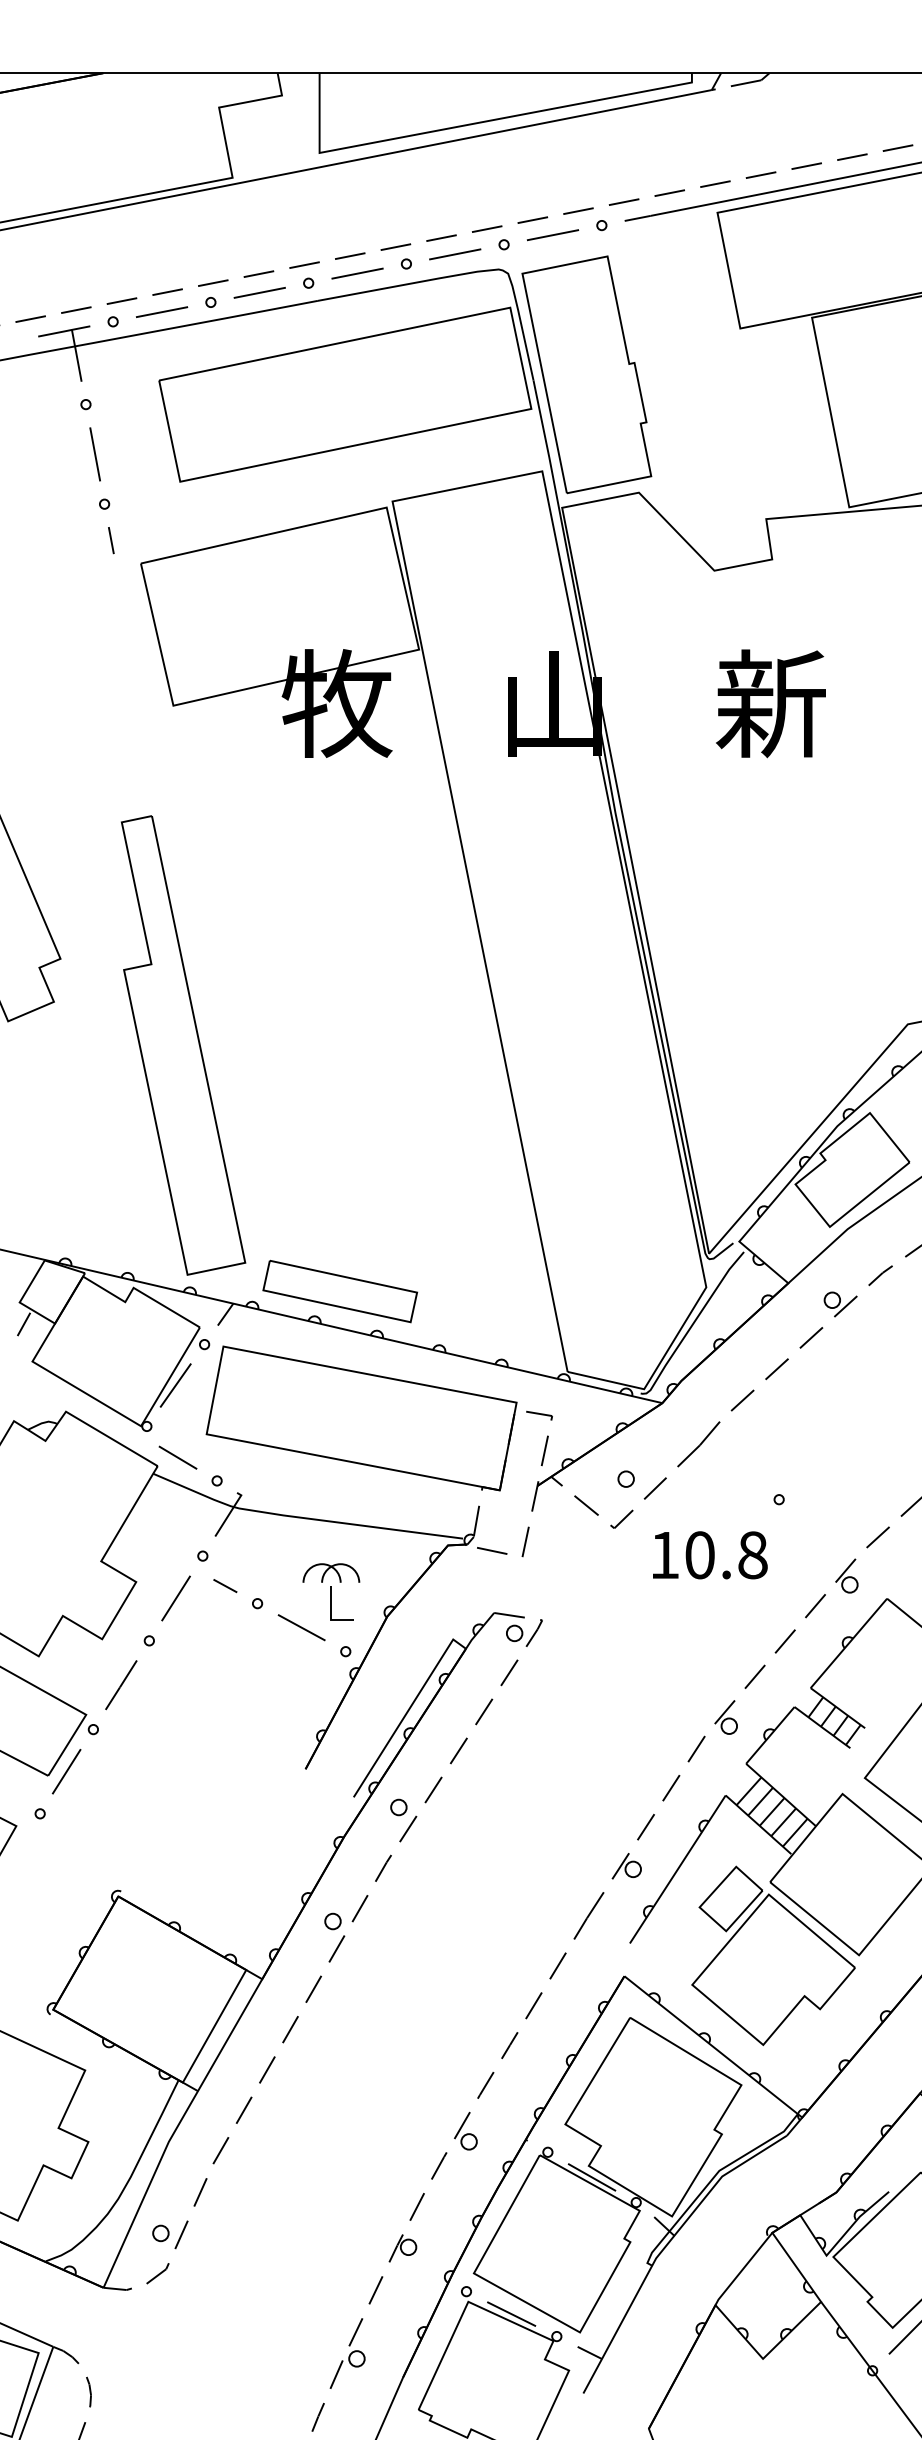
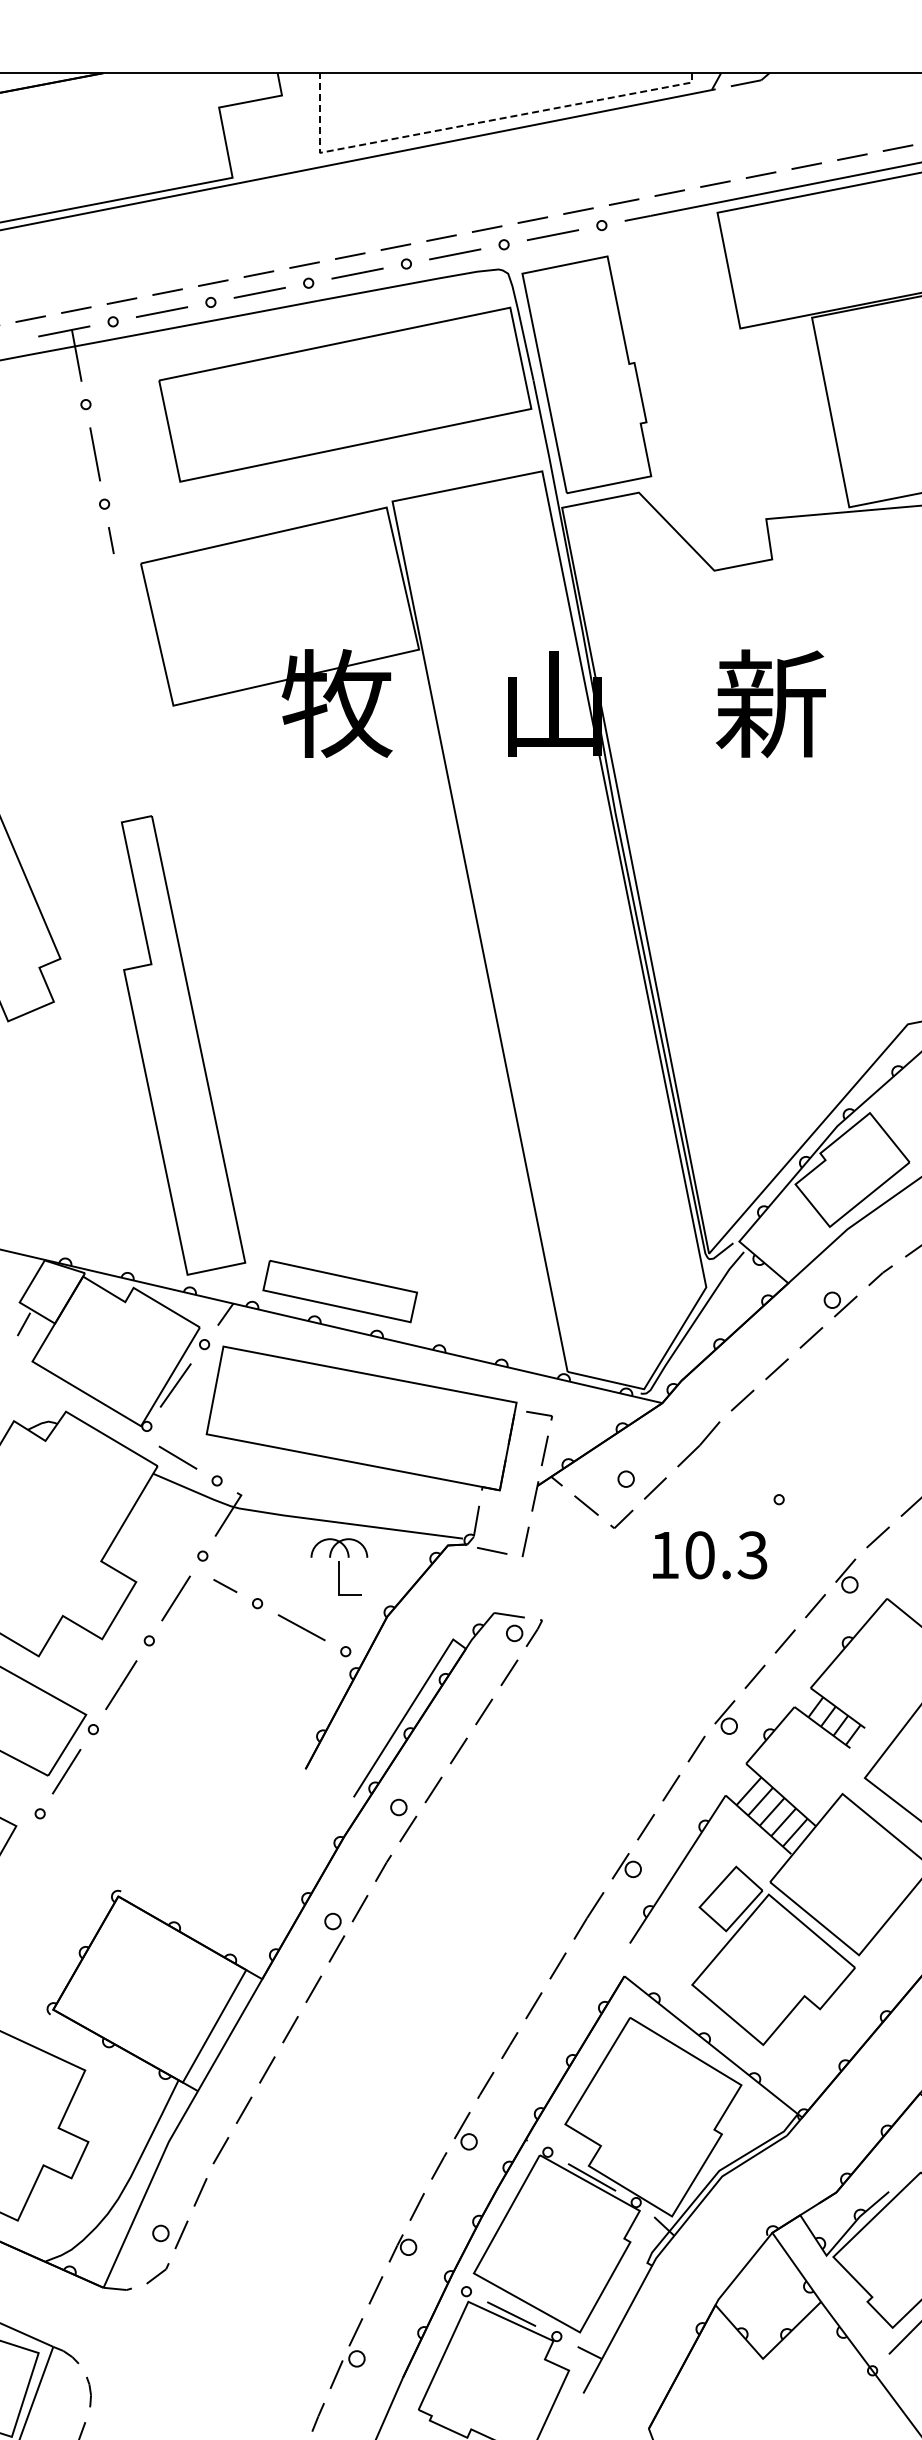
line at (470, 124): solid -> dashed
text at (752, 1555): 10.8 -> 10.3
part at (331, 1591) position: (331, 1591) -> (339, 1566)
